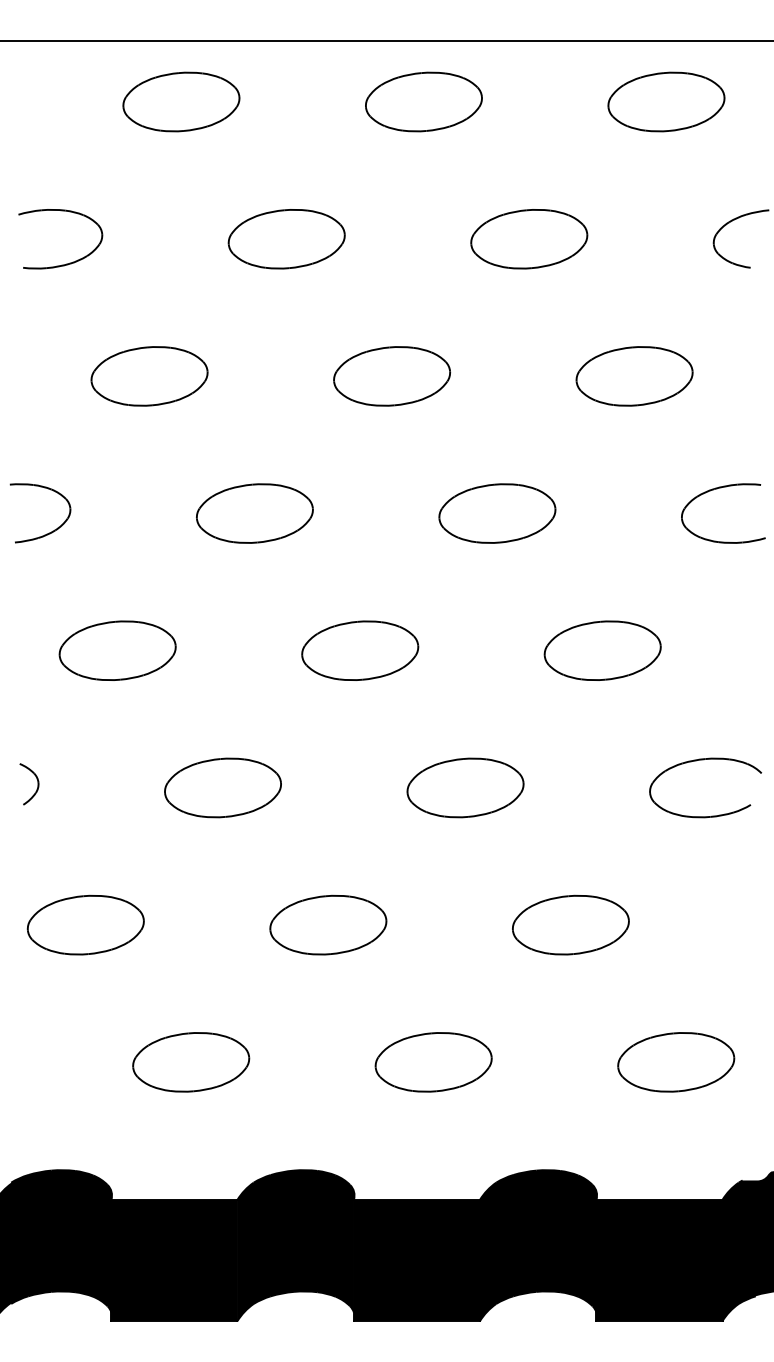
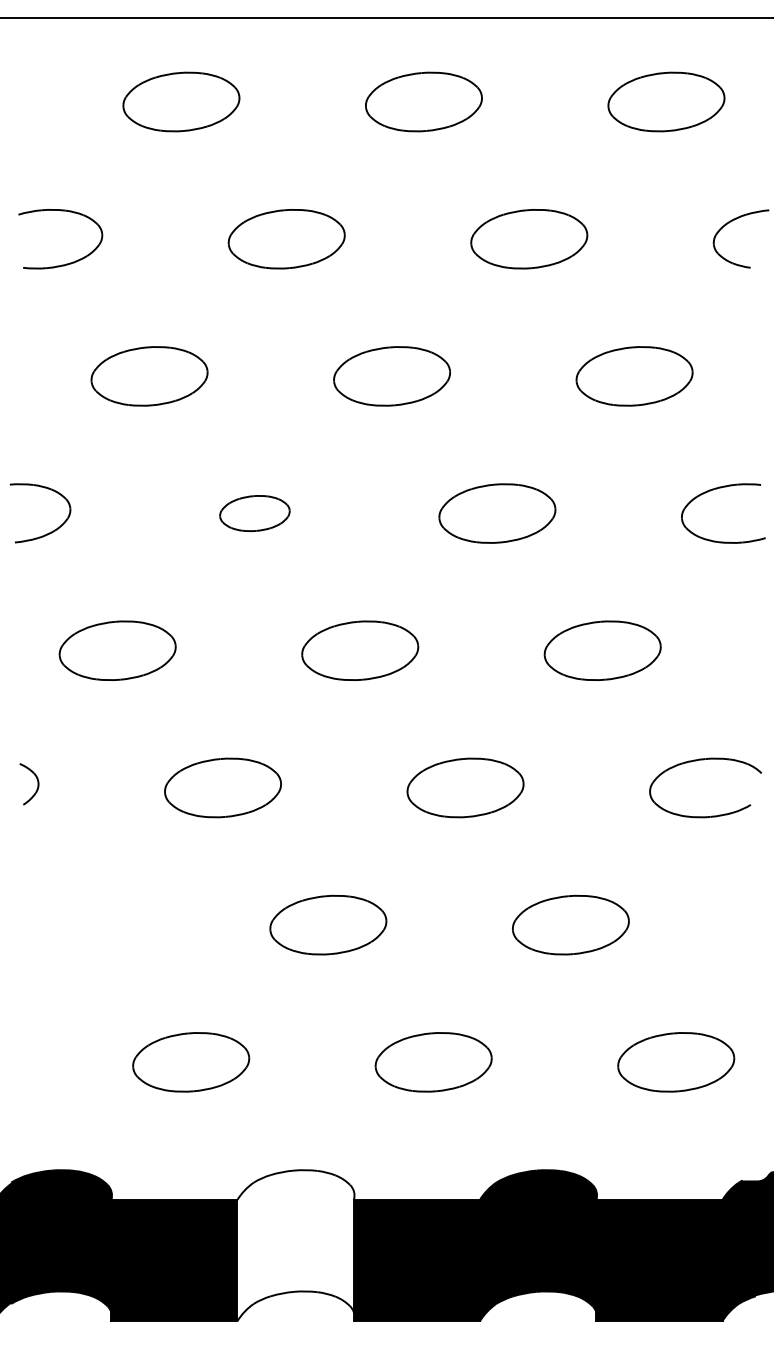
line at (386, 40) position: (386, 40) -> (386, 17)
part at (254, 513) size: 118x61 px -> 72x38 px
part at (85, 924): present -> none
fill at (295, 1245): present -> none
